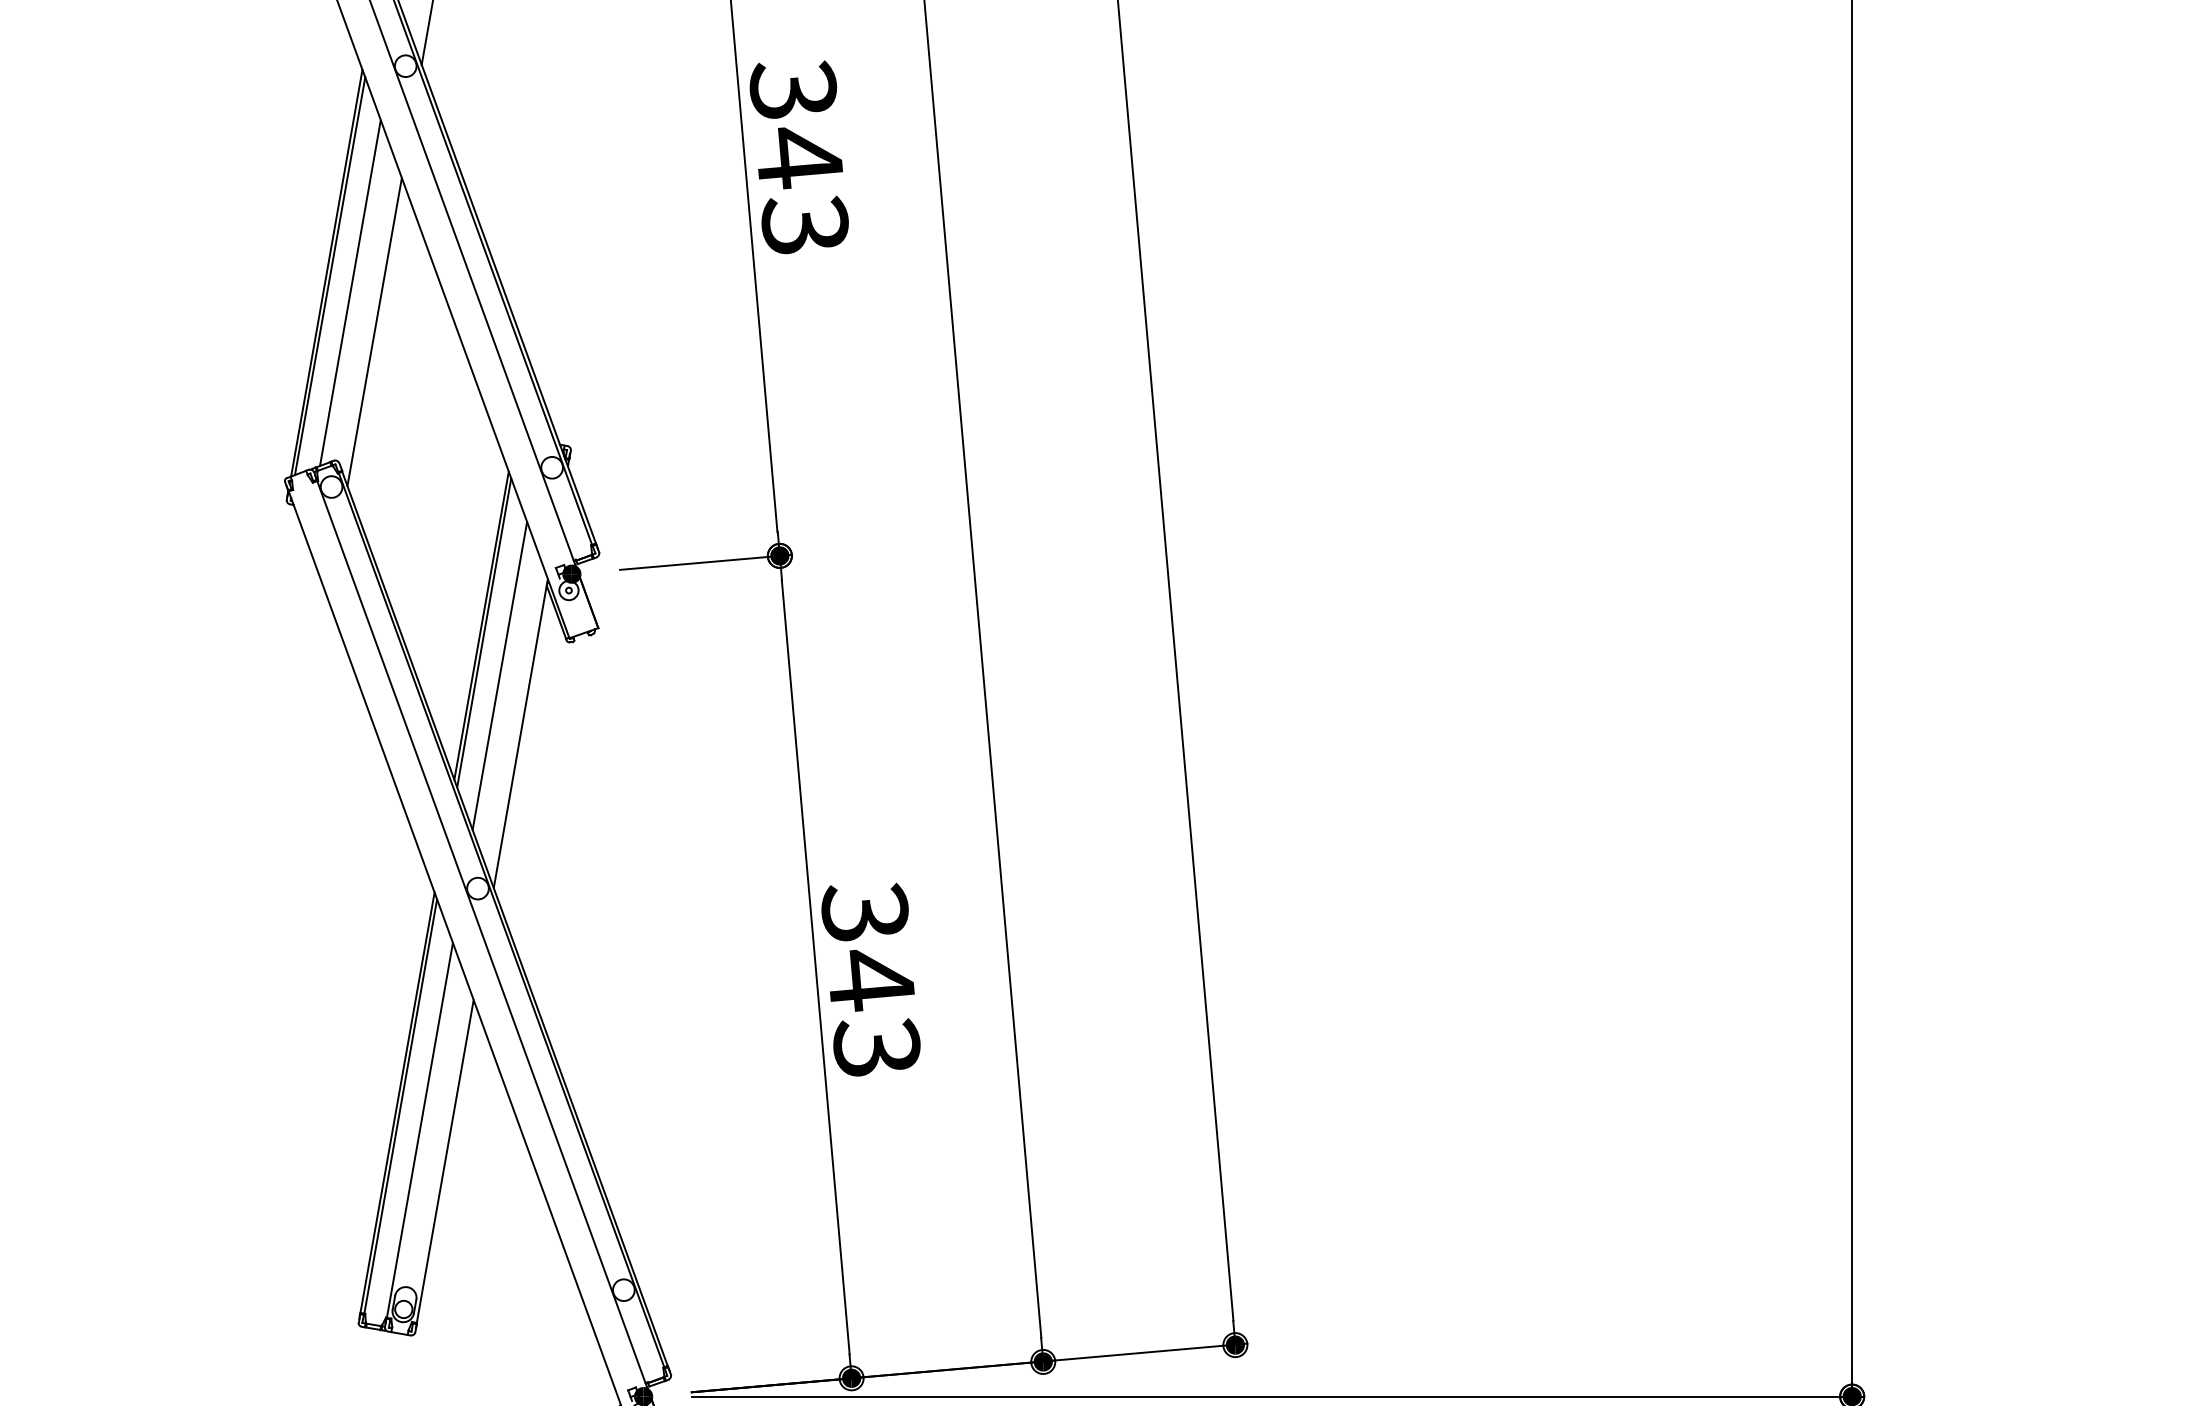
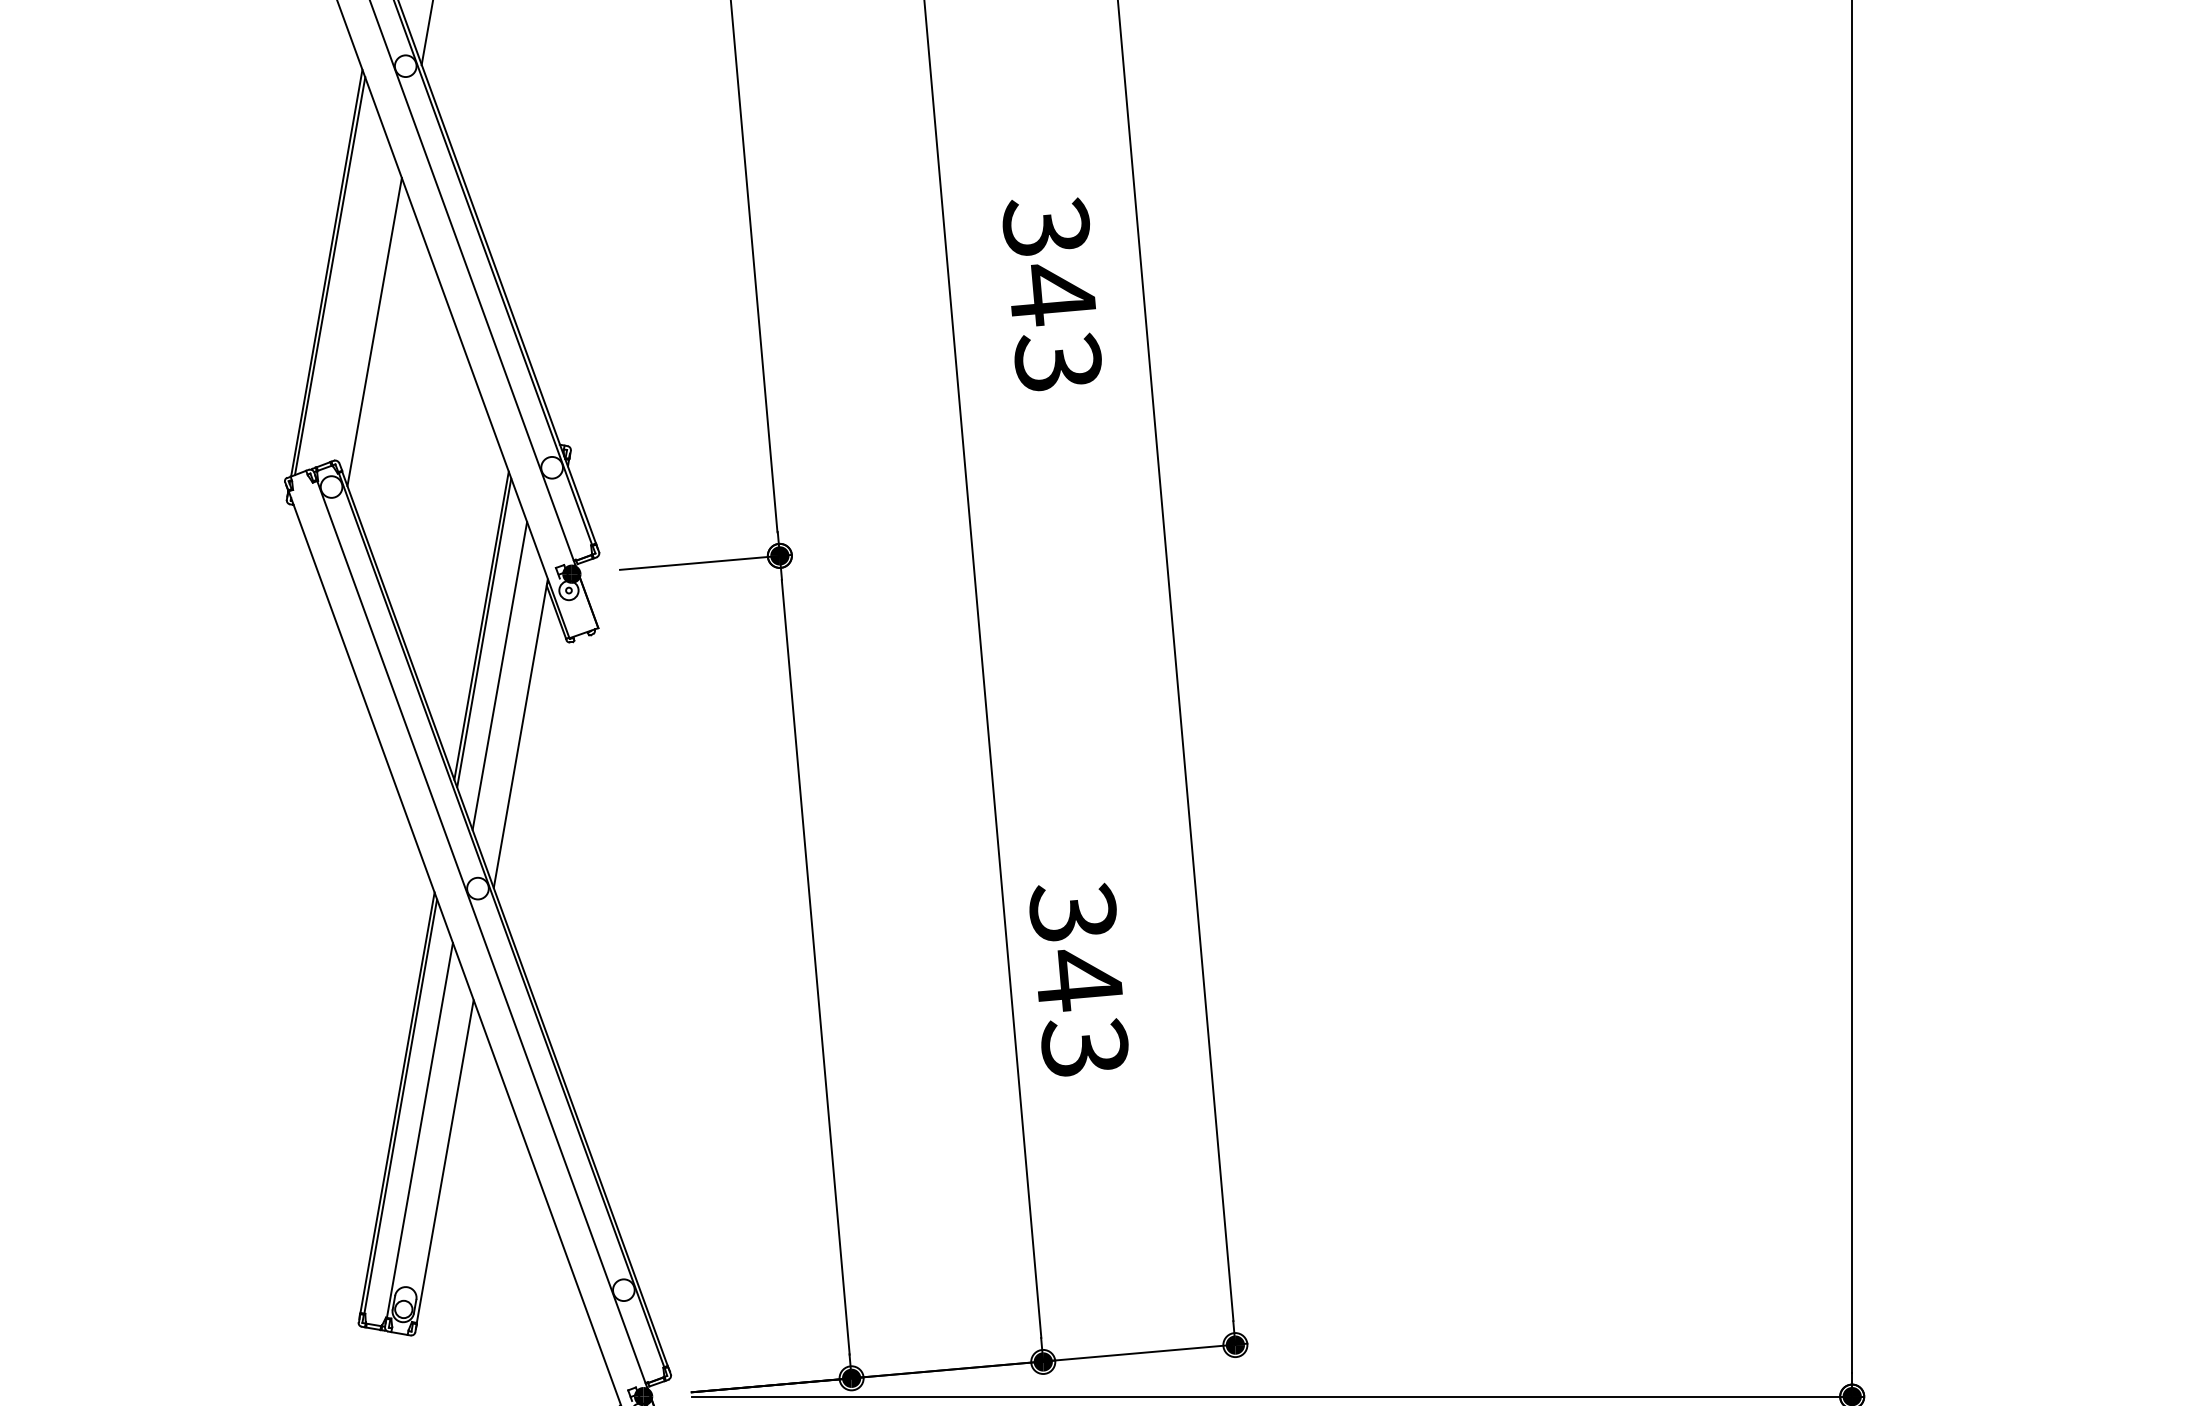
text at (798, 157) position: (798, 157) -> (1051, 294)
line at (350, 292): present -> none
text at (870, 979) position: (870, 979) -> (1078, 979)
